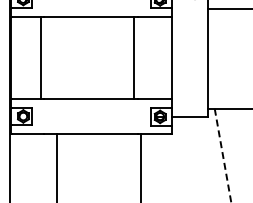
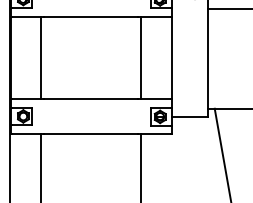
line at (134, 57) position: (134, 57) -> (141, 57)
line at (223, 155): dashed -> solid
line at (57, 166) position: (57, 166) -> (41, 166)
